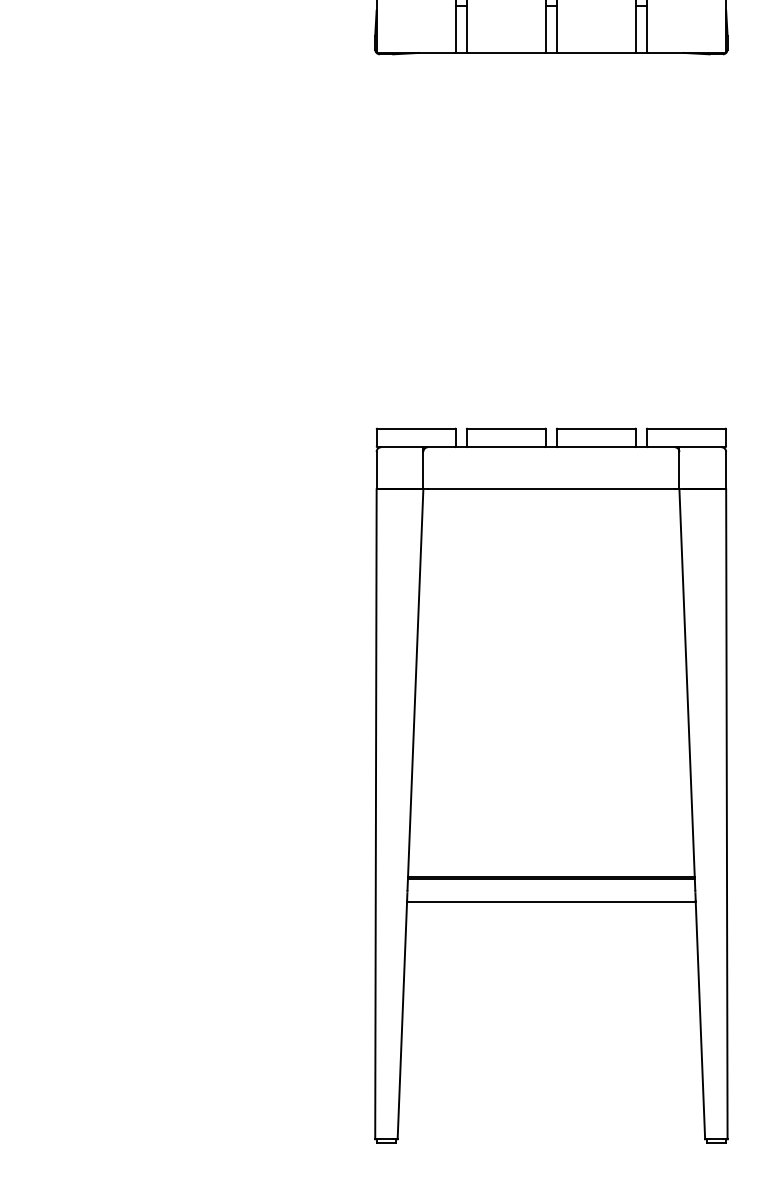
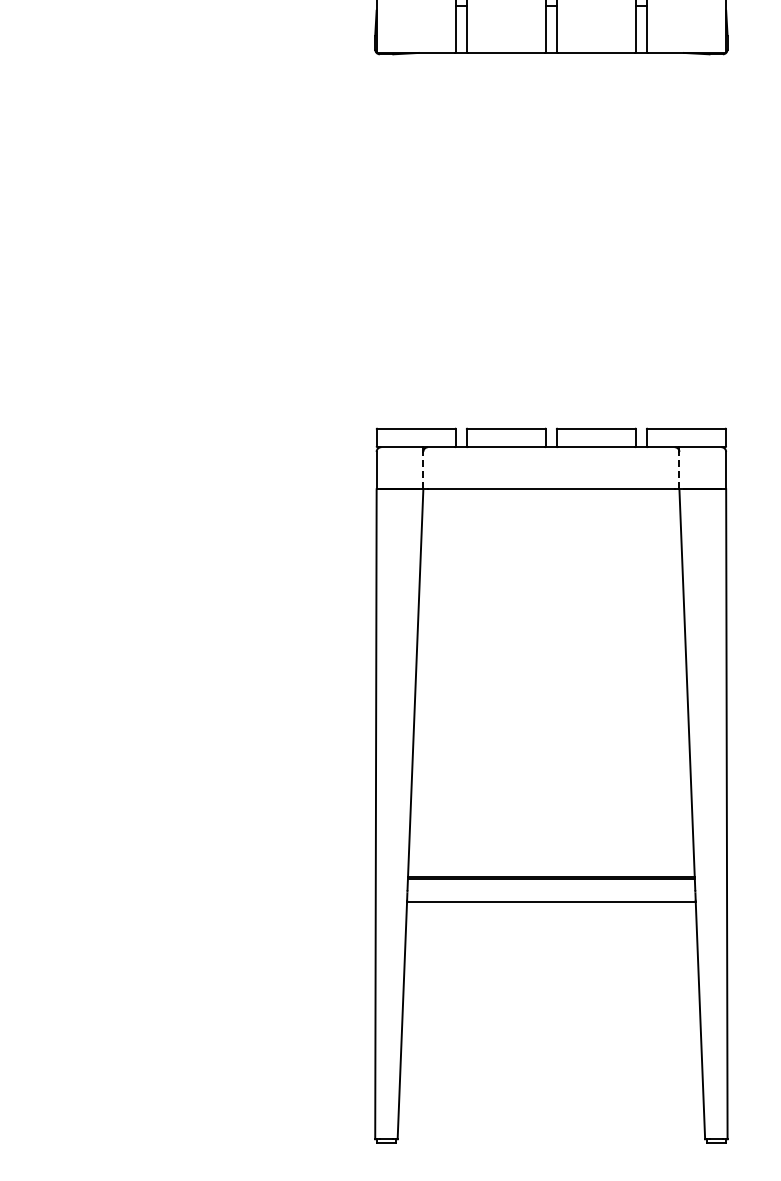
line at (423, 470): solid -> dashed
line at (679, 470): solid -> dashed
